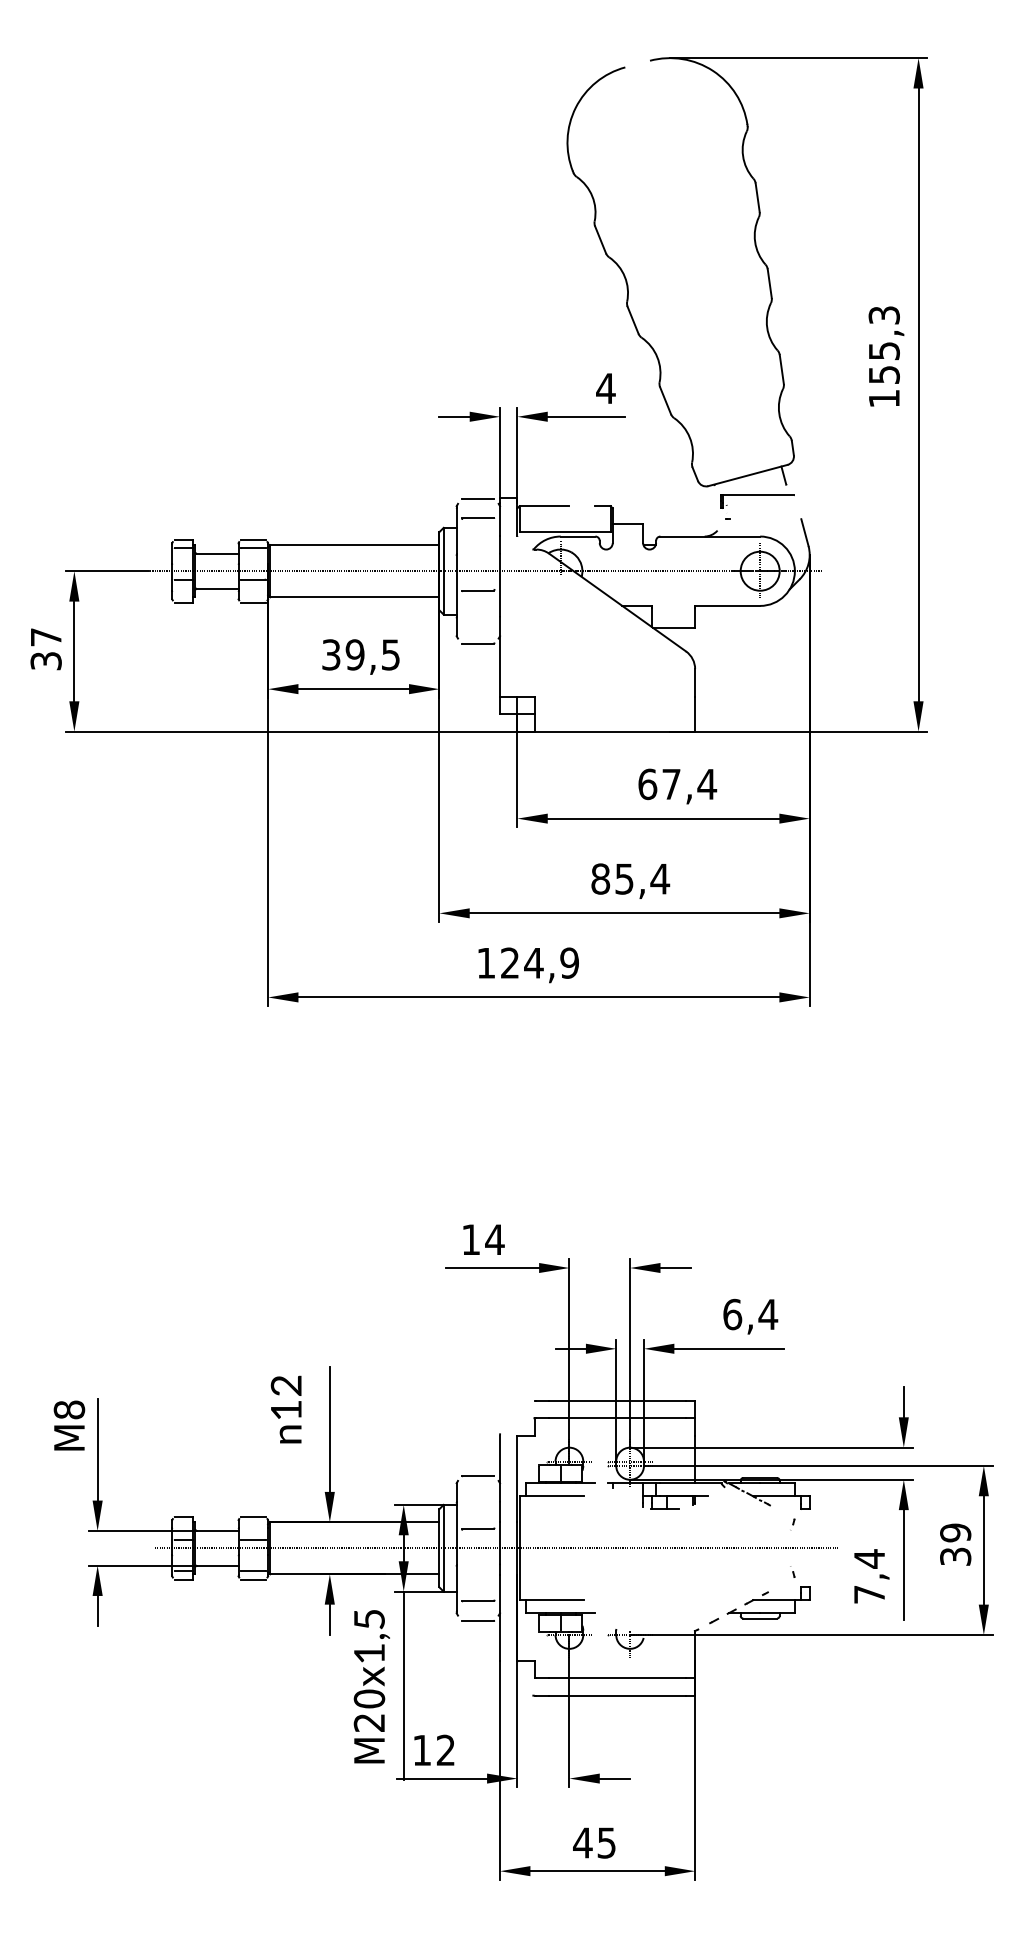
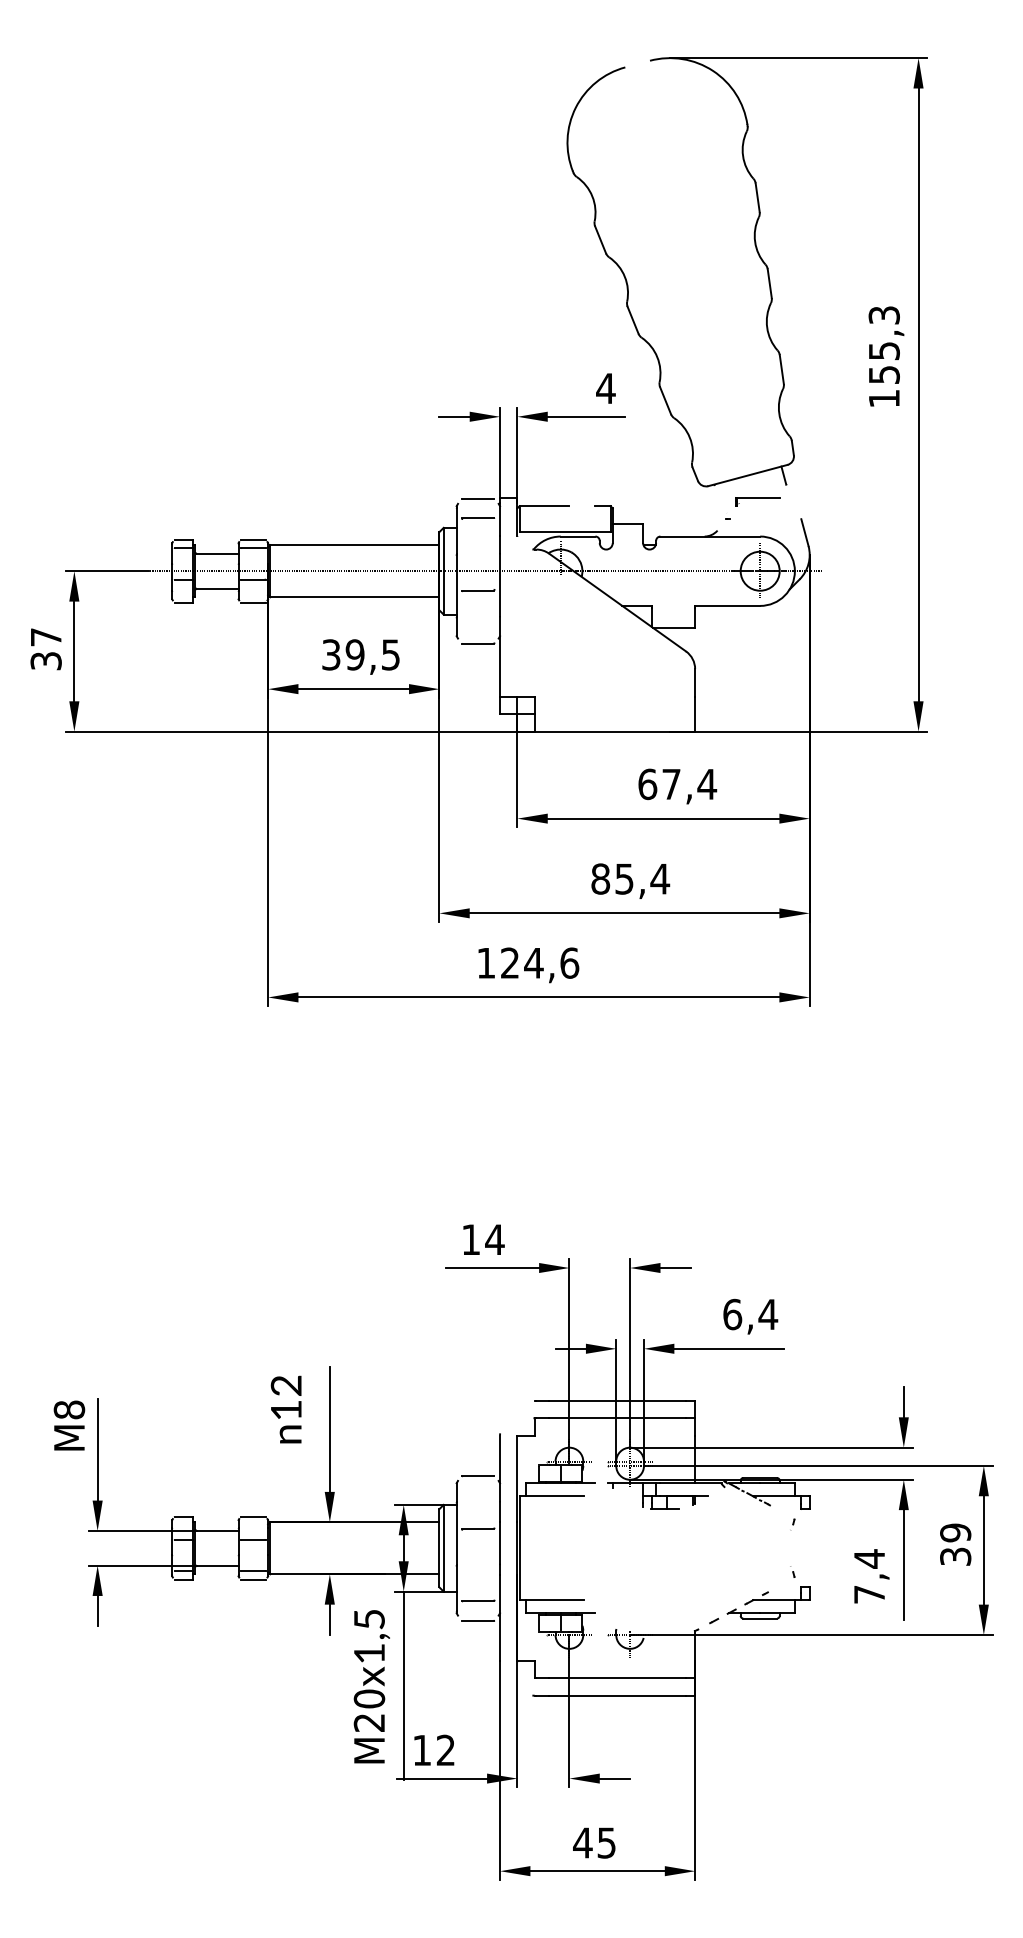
part at (757, 501) size: 75x15 px -> 46x10 px
text at (569, 962): 124,9 -> 124,6
line at (495, 1548): present -> none
